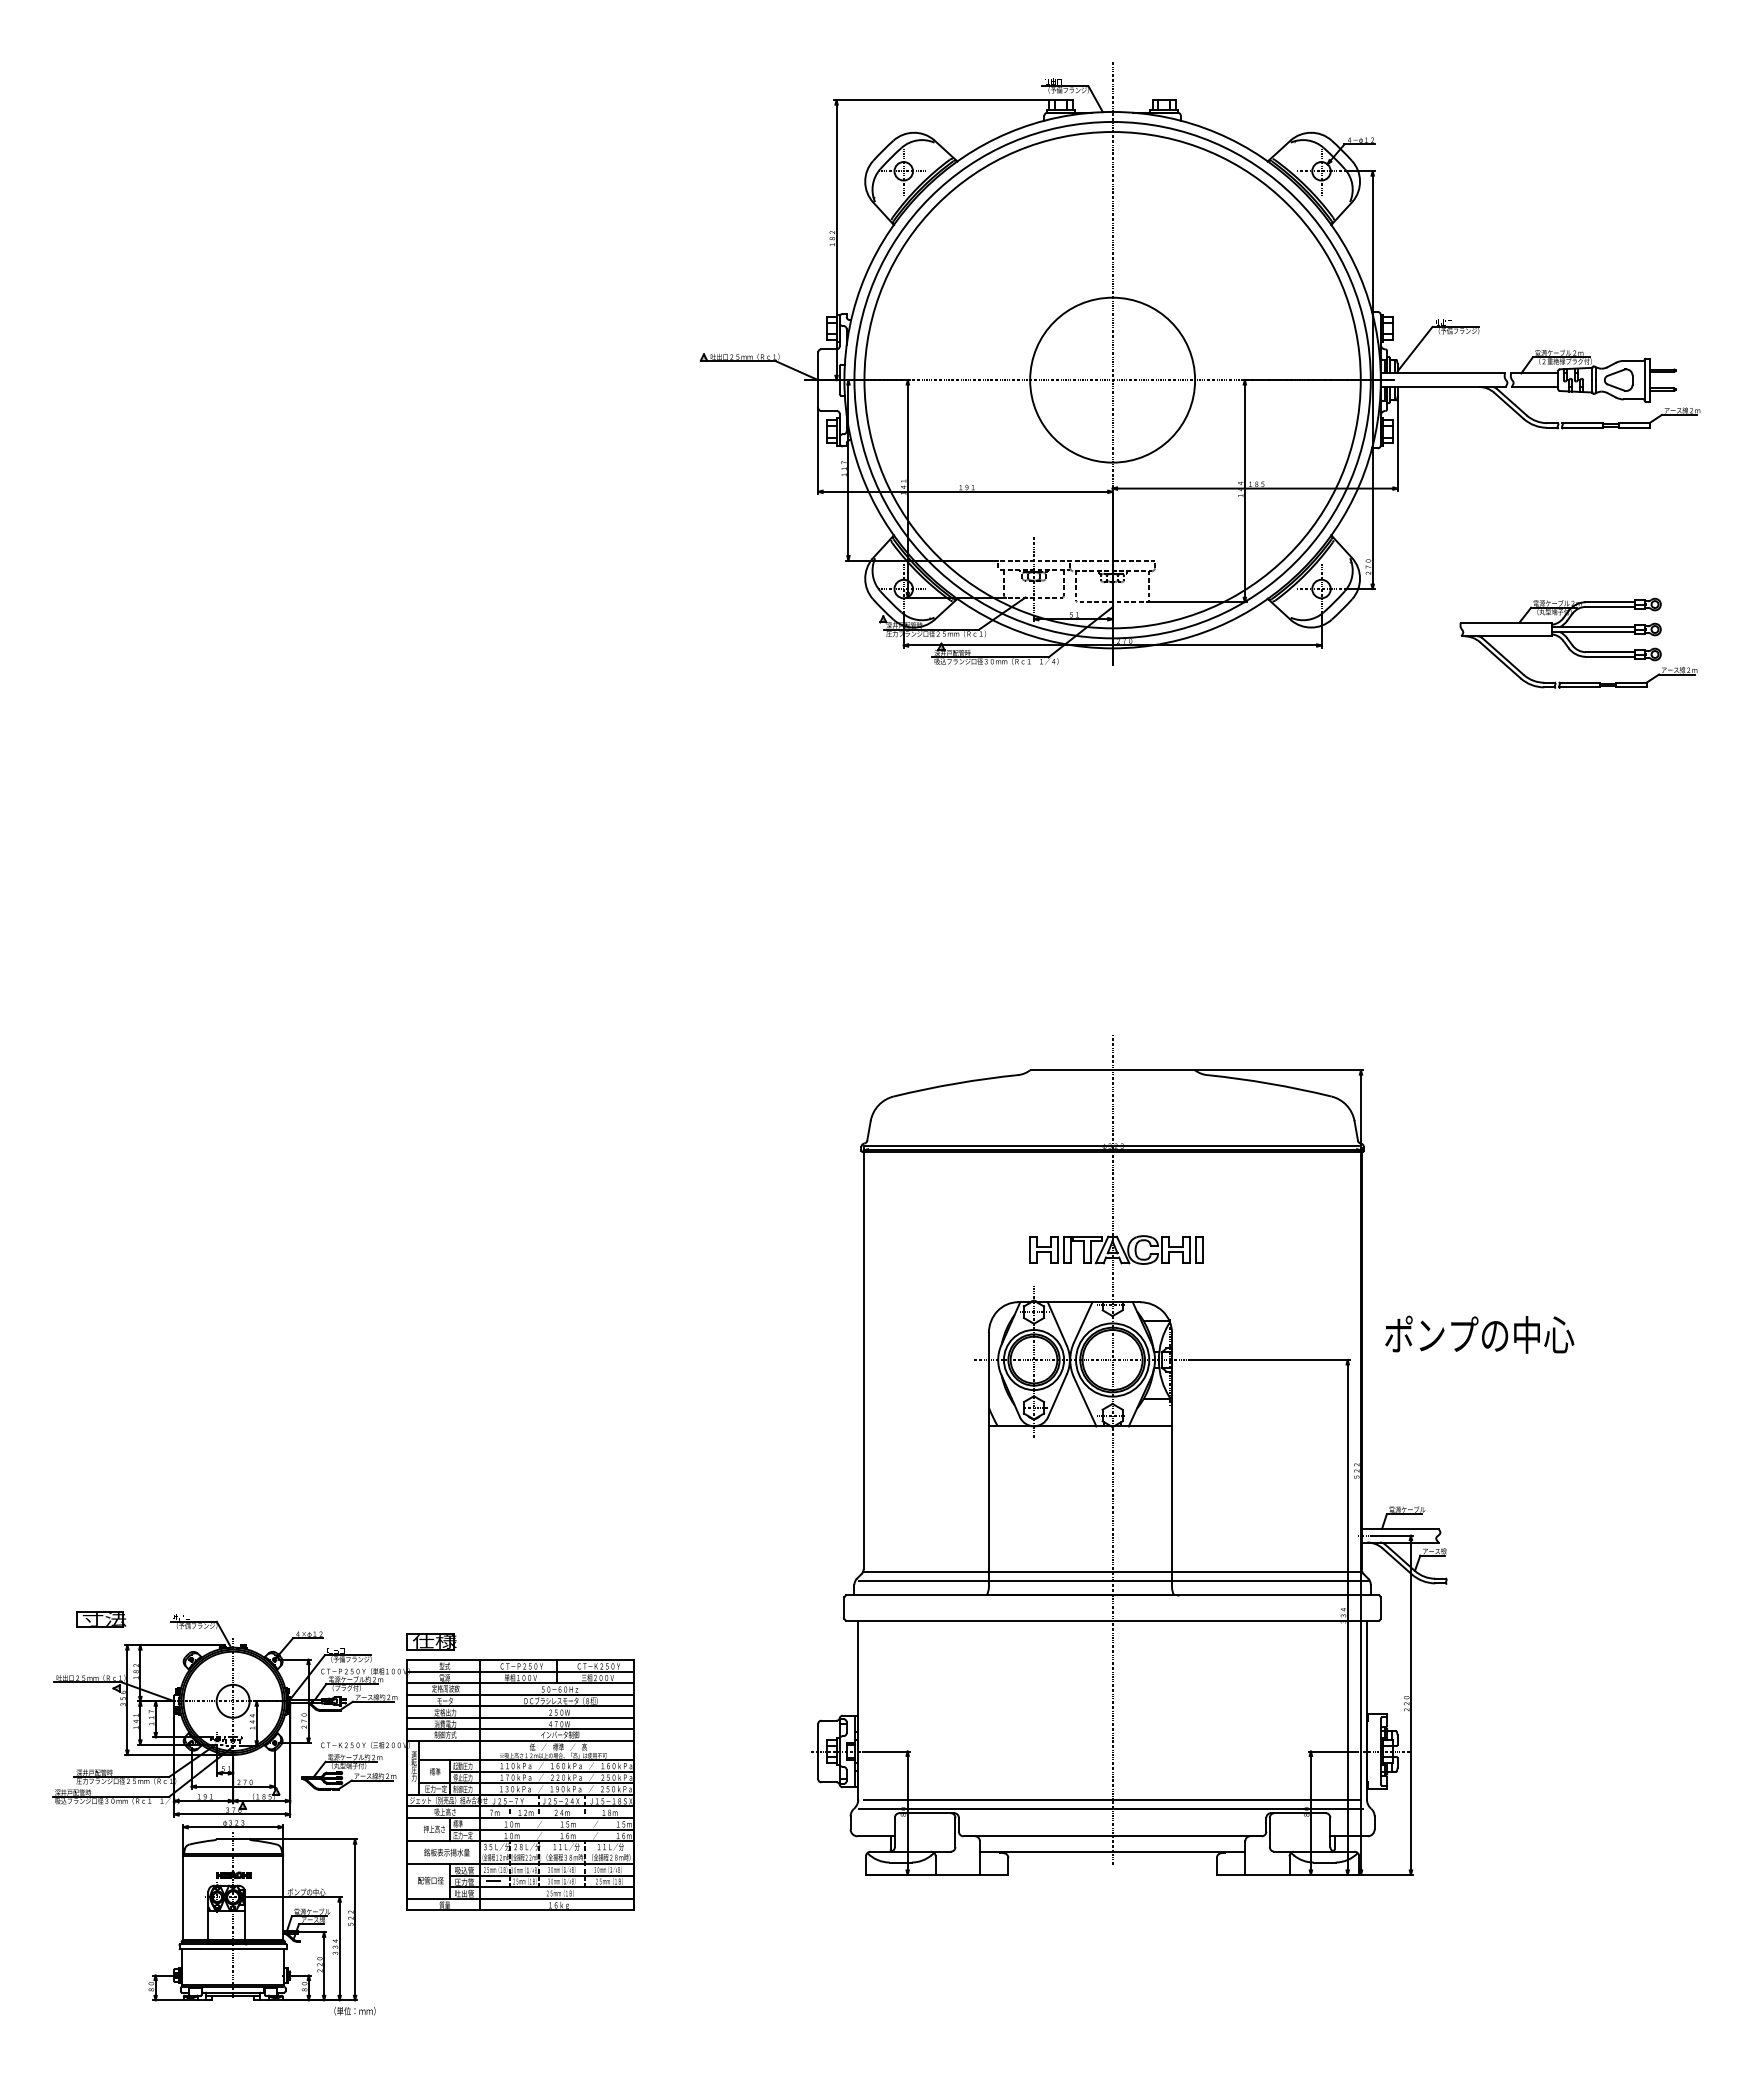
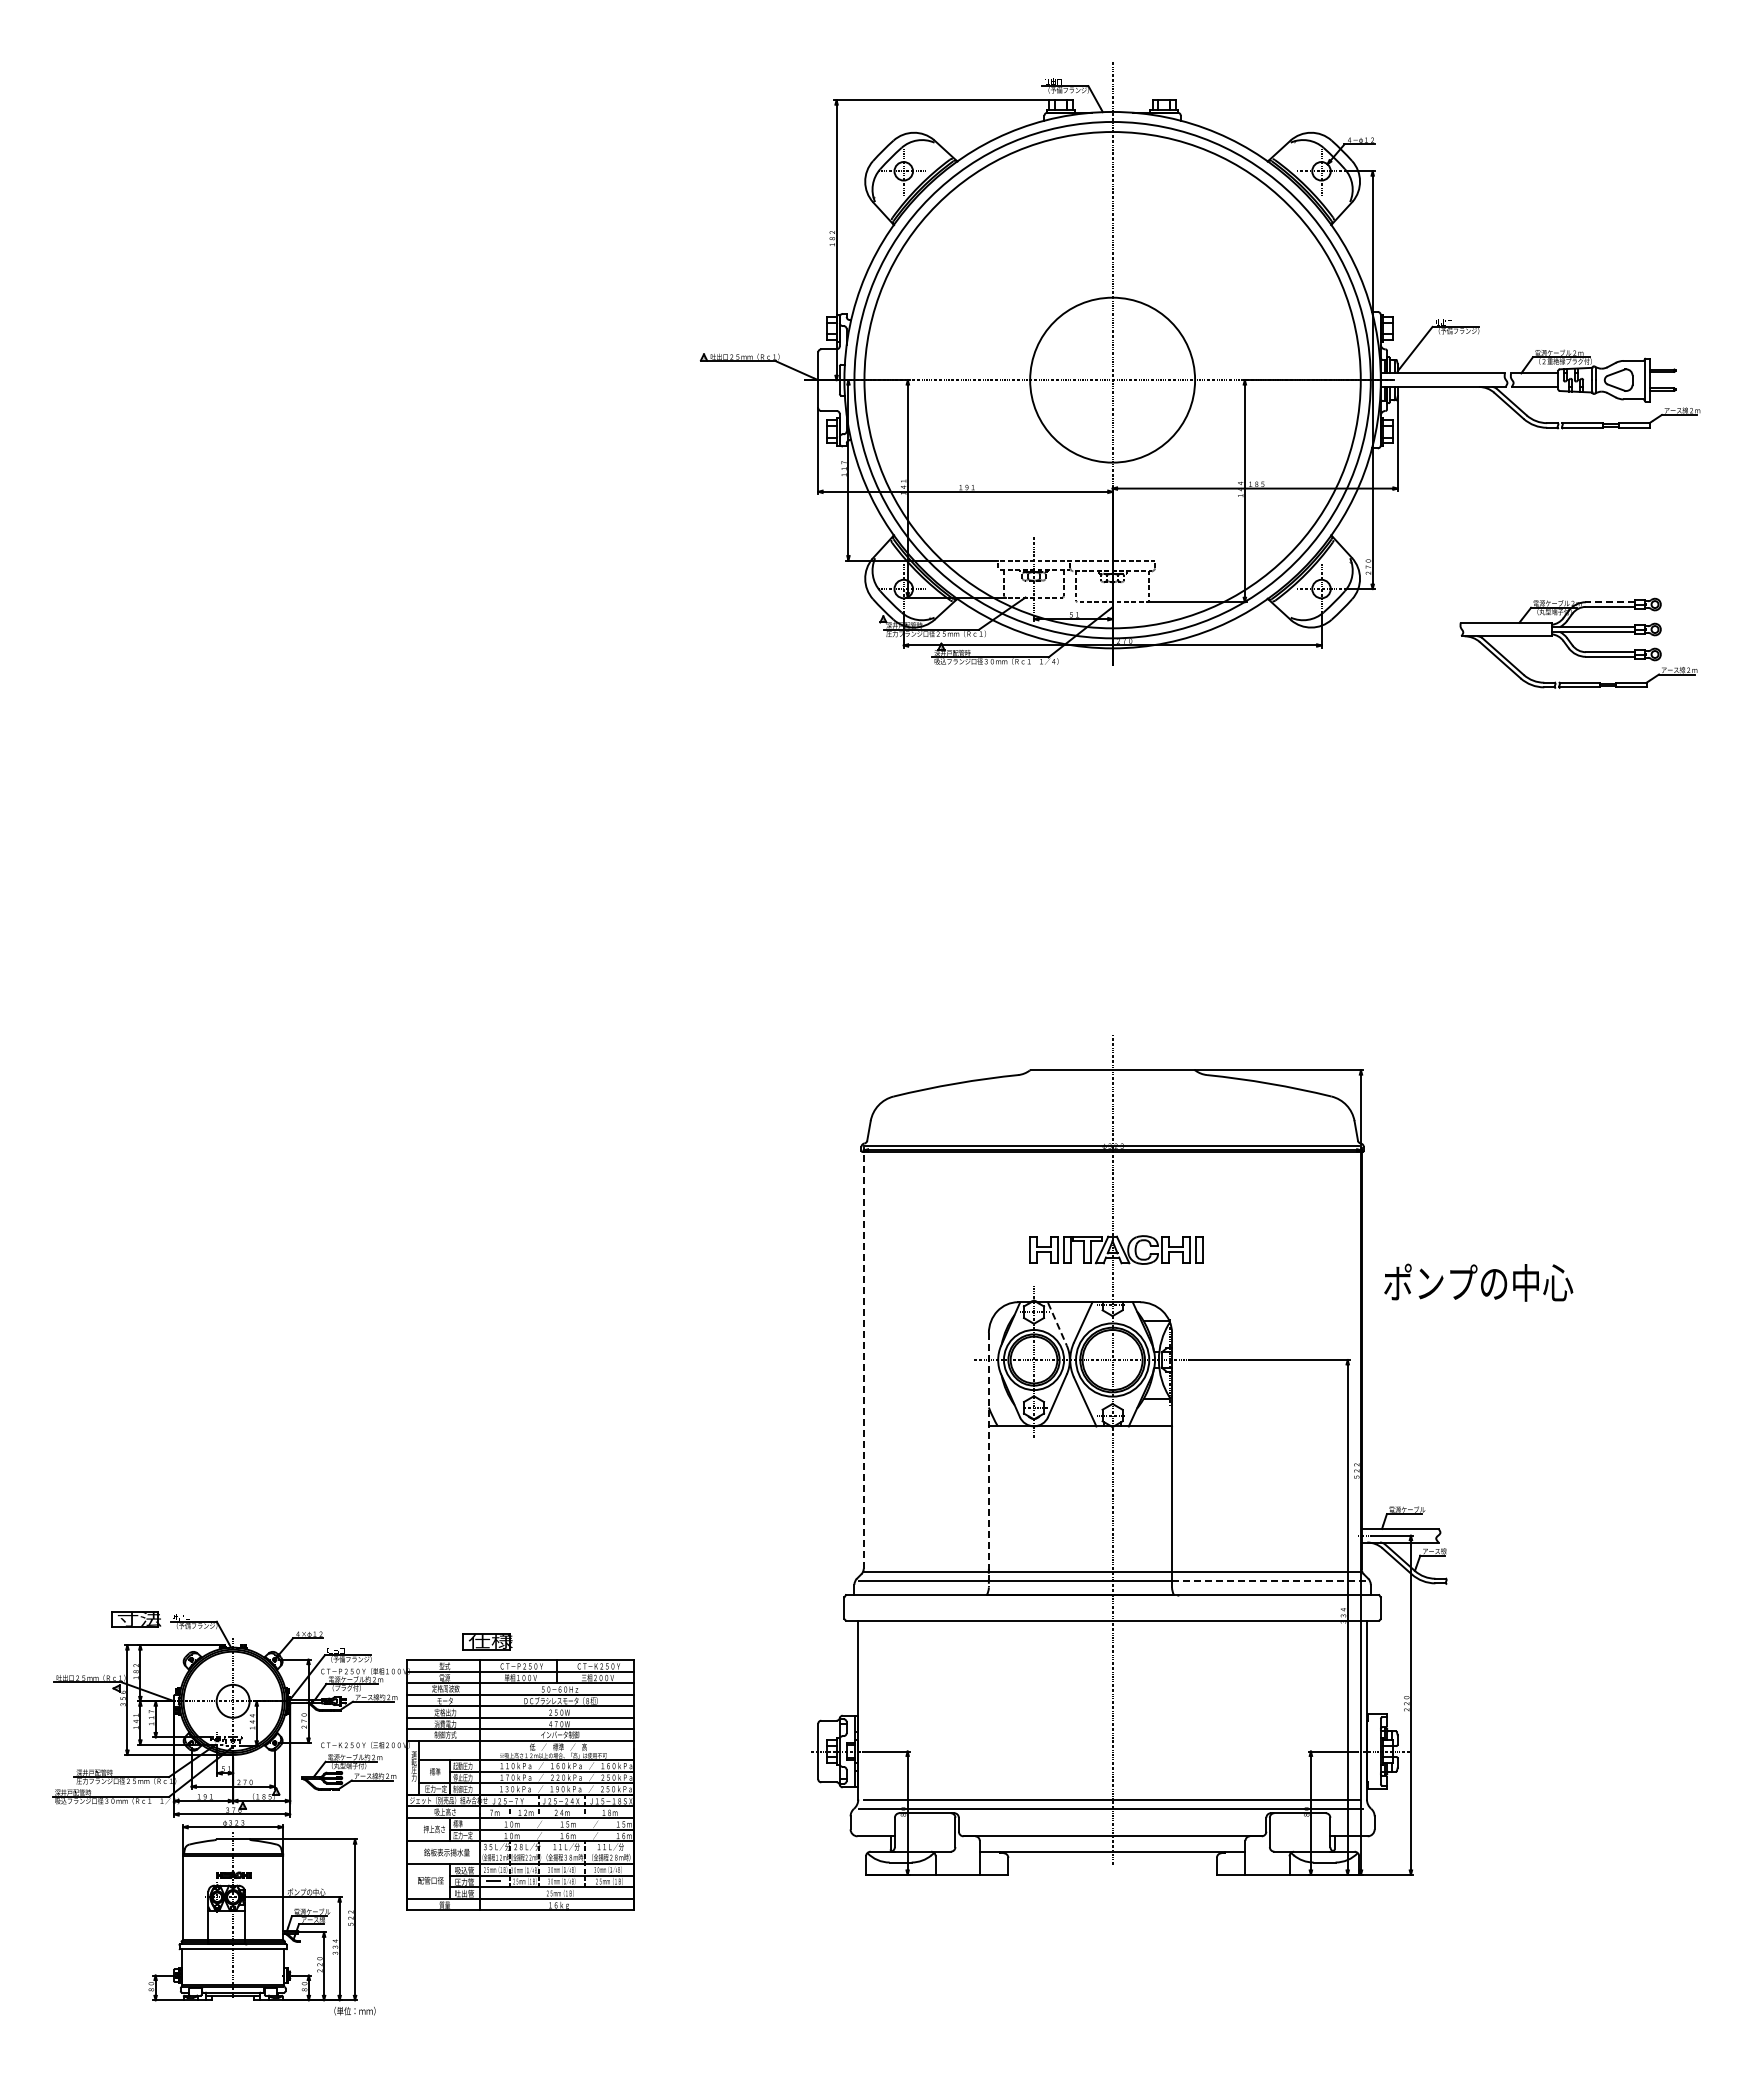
line at (1609, 602): solid -> dashed
line at (1057, 1324): solid -> dashed
text at (1479, 1334) position: (1479, 1334) -> (1478, 1282)
line at (863, 1359): solid -> dashed
line at (988, 1460): solid -> dashed
line at (1269, 1581): solid -> dashed
part at (101, 1619) position: (101, 1619) -> (136, 1619)
part at (431, 1641) position: (431, 1641) -> (487, 1641)
